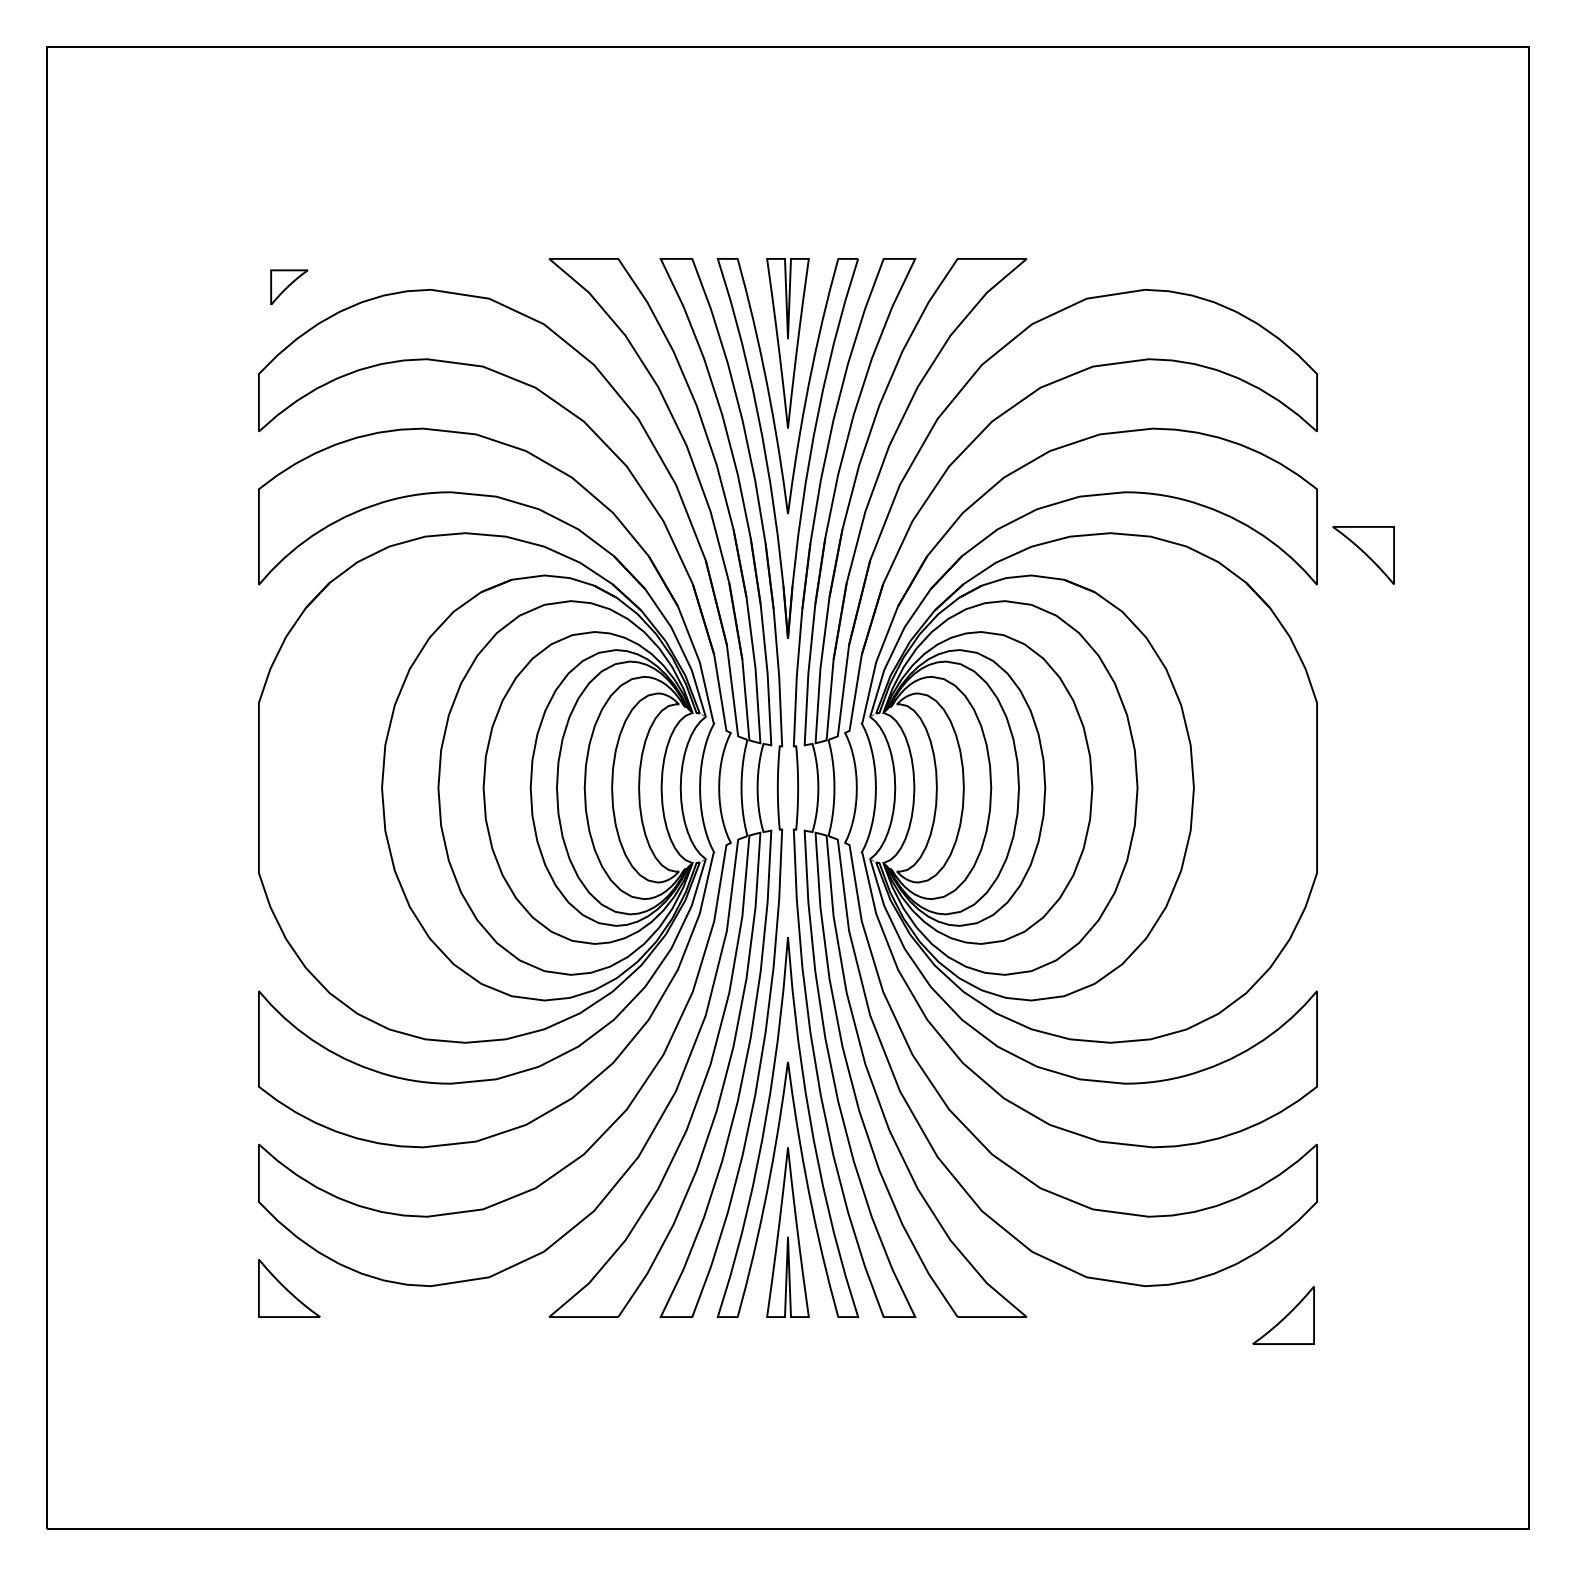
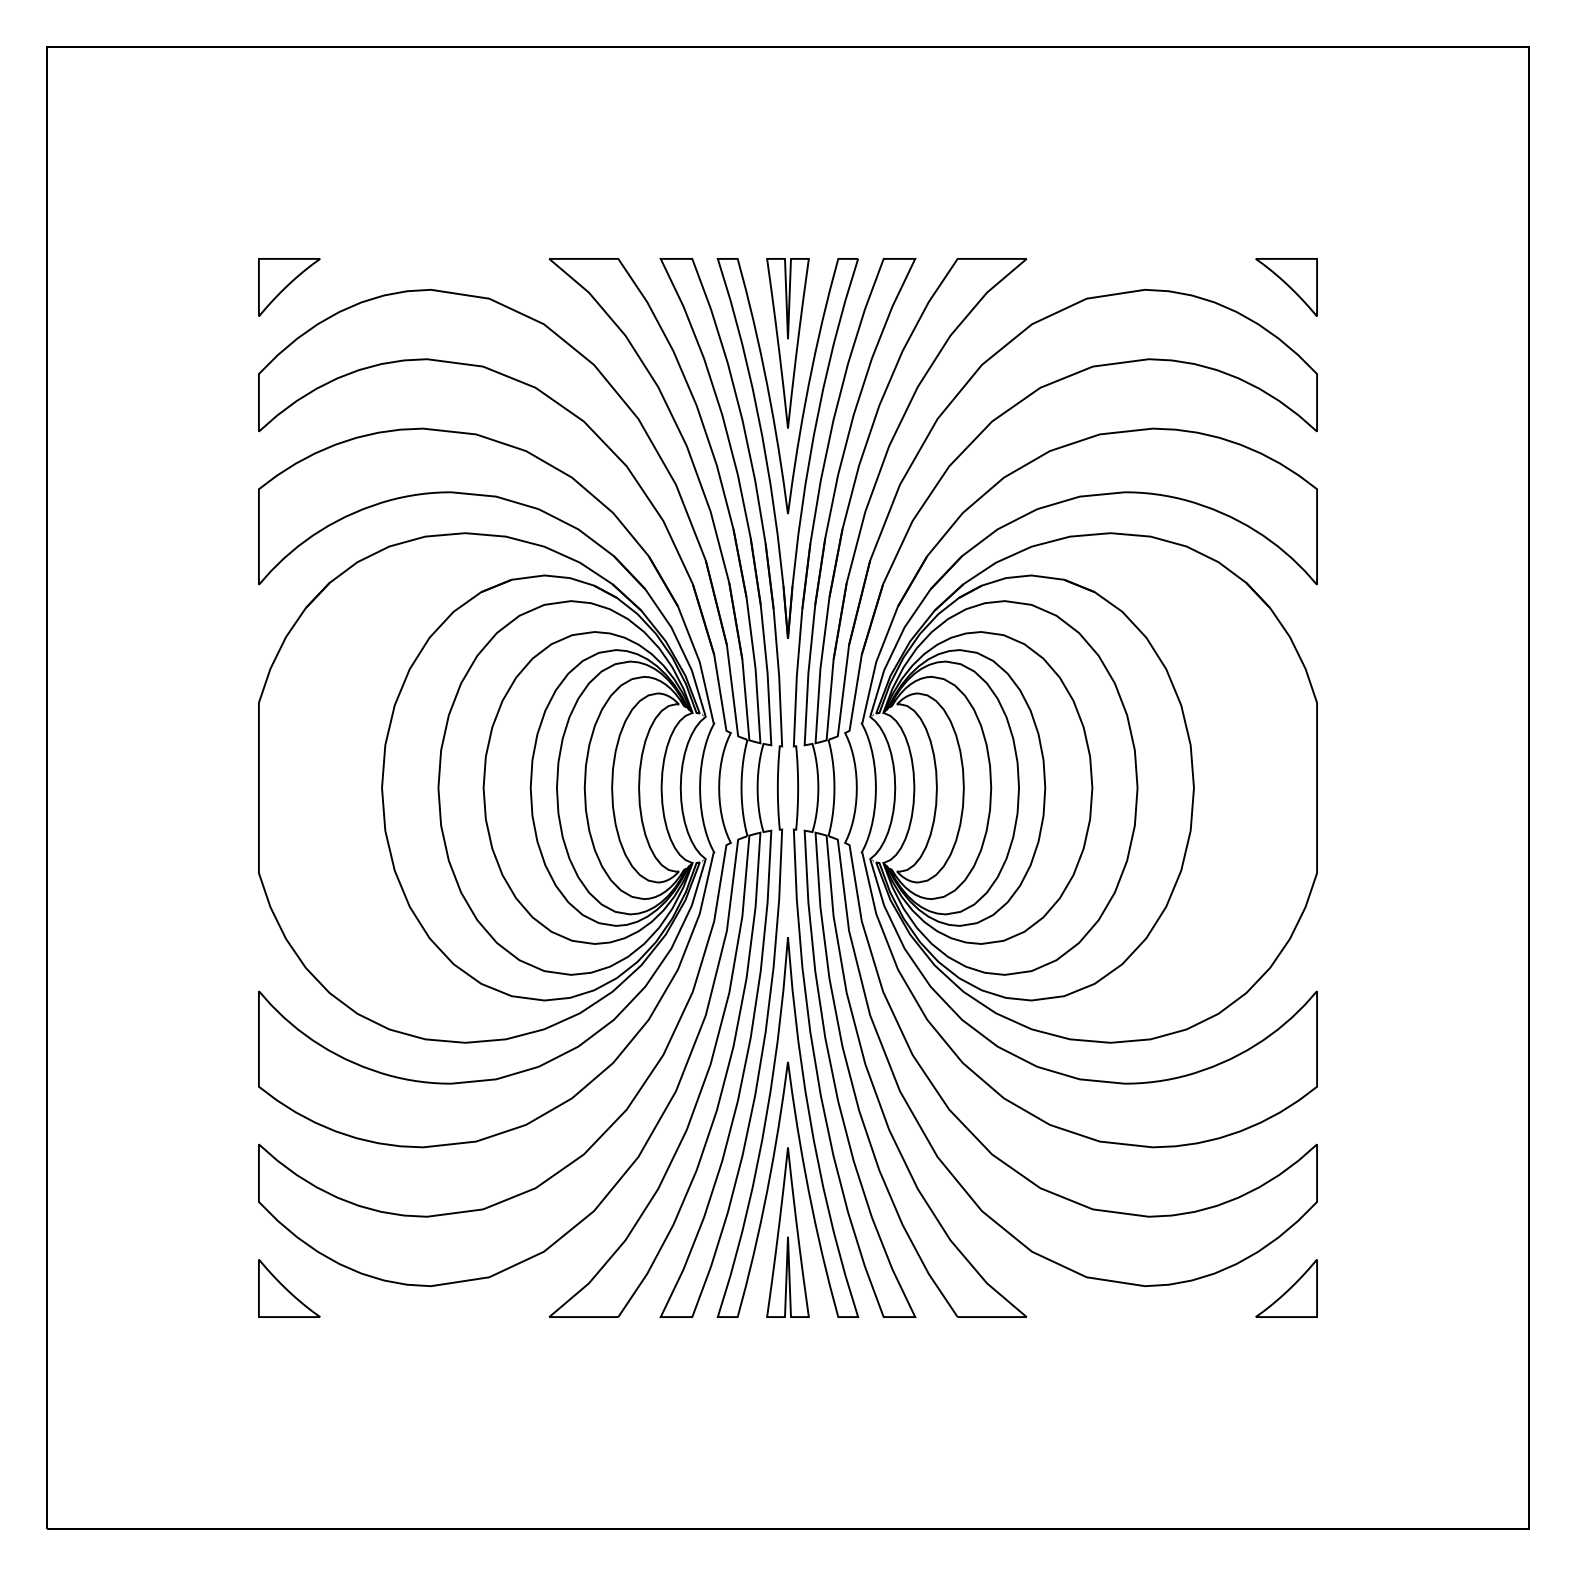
part at (289, 287) size: 39x37 px -> 63x59 px
part at (1363, 555) position: (1363, 555) -> (1286, 287)
part at (1283, 1315) position: (1283, 1315) -> (1286, 1288)
